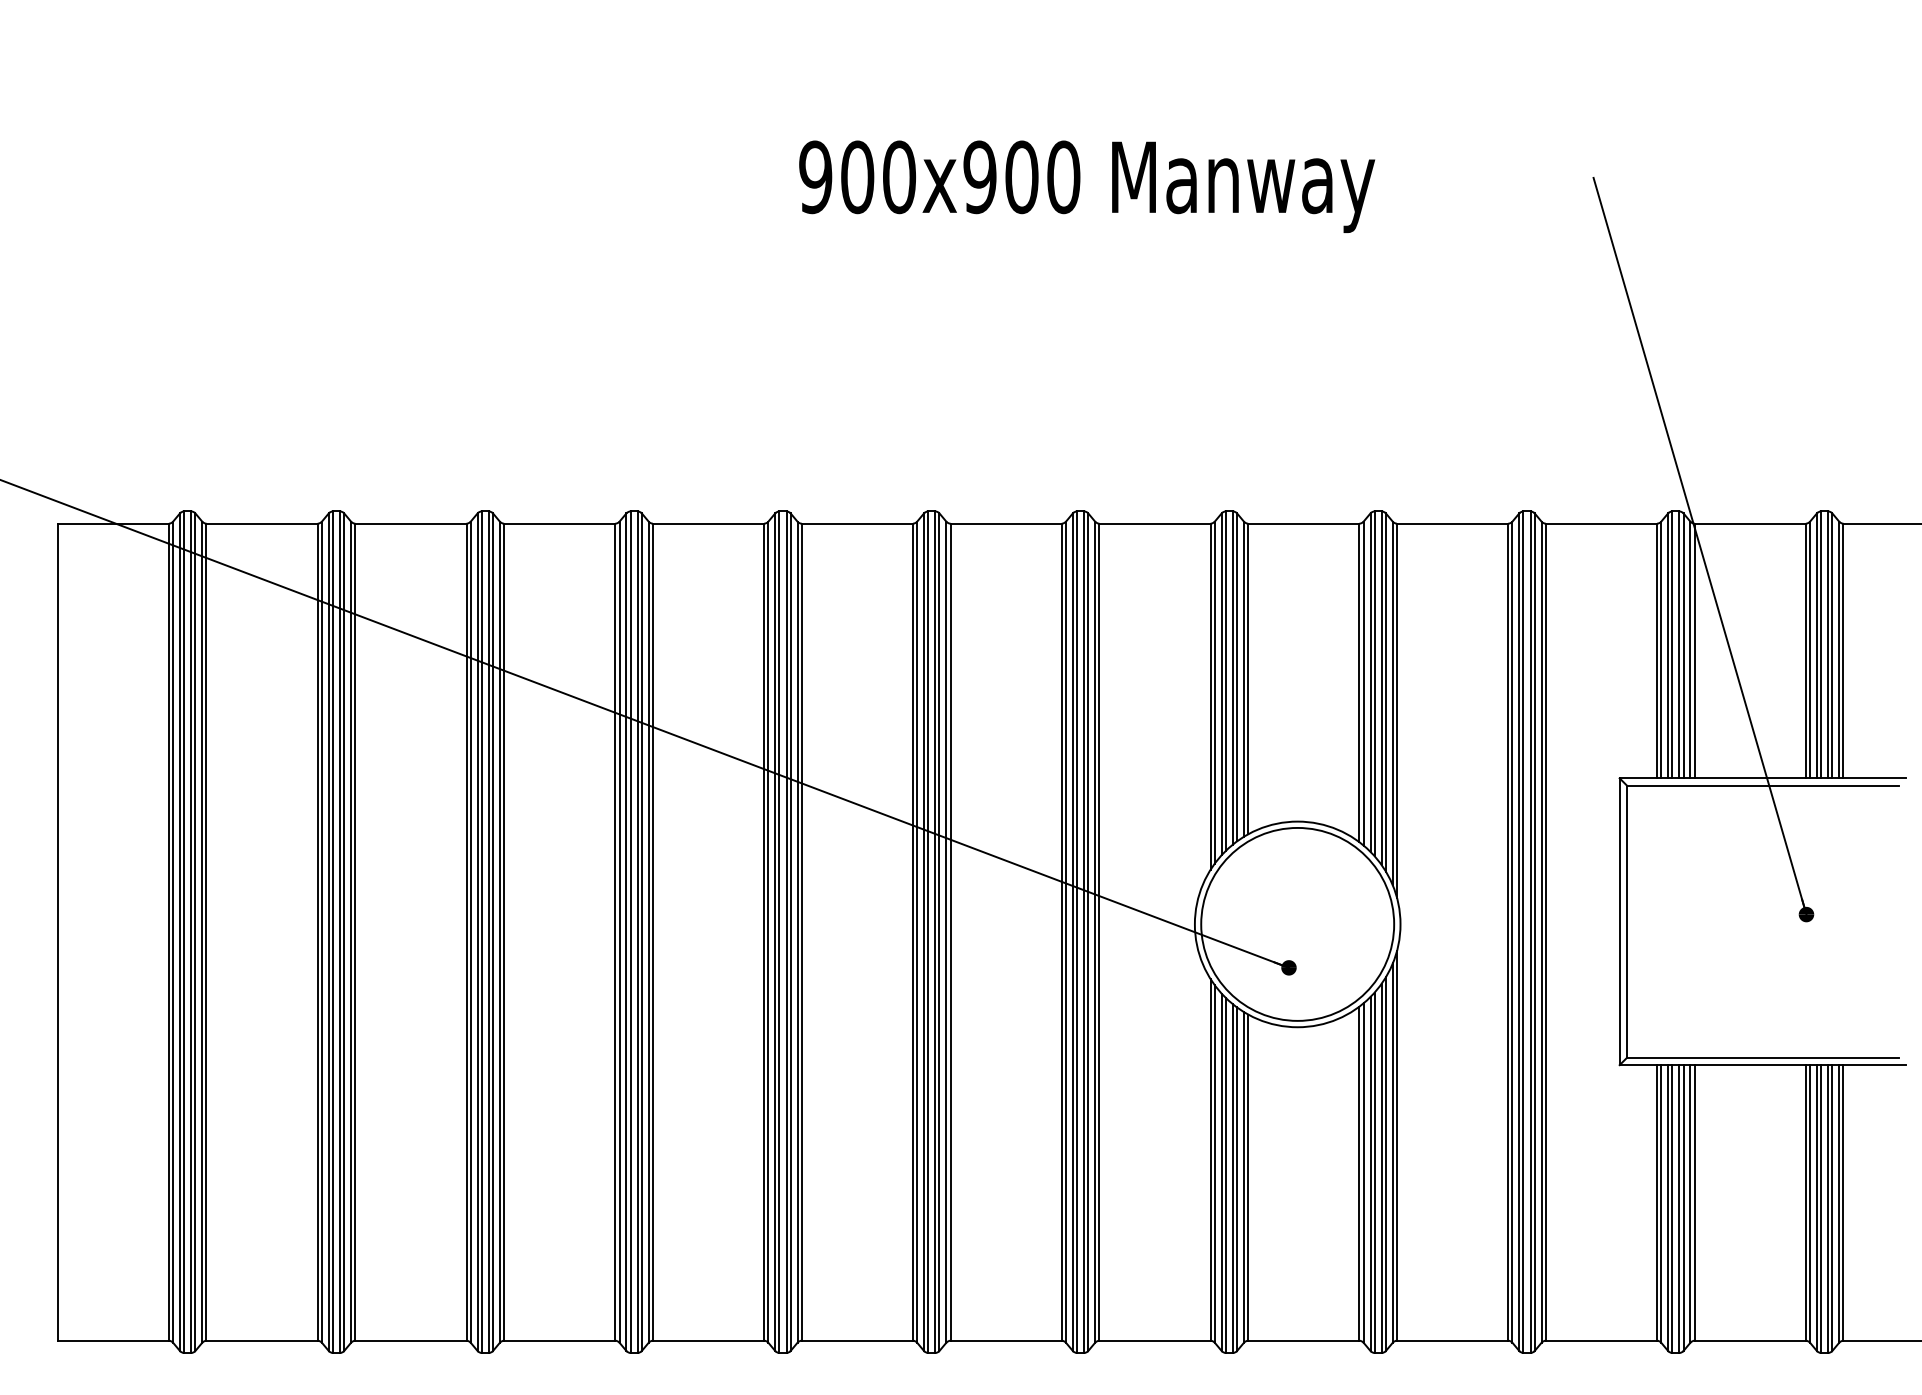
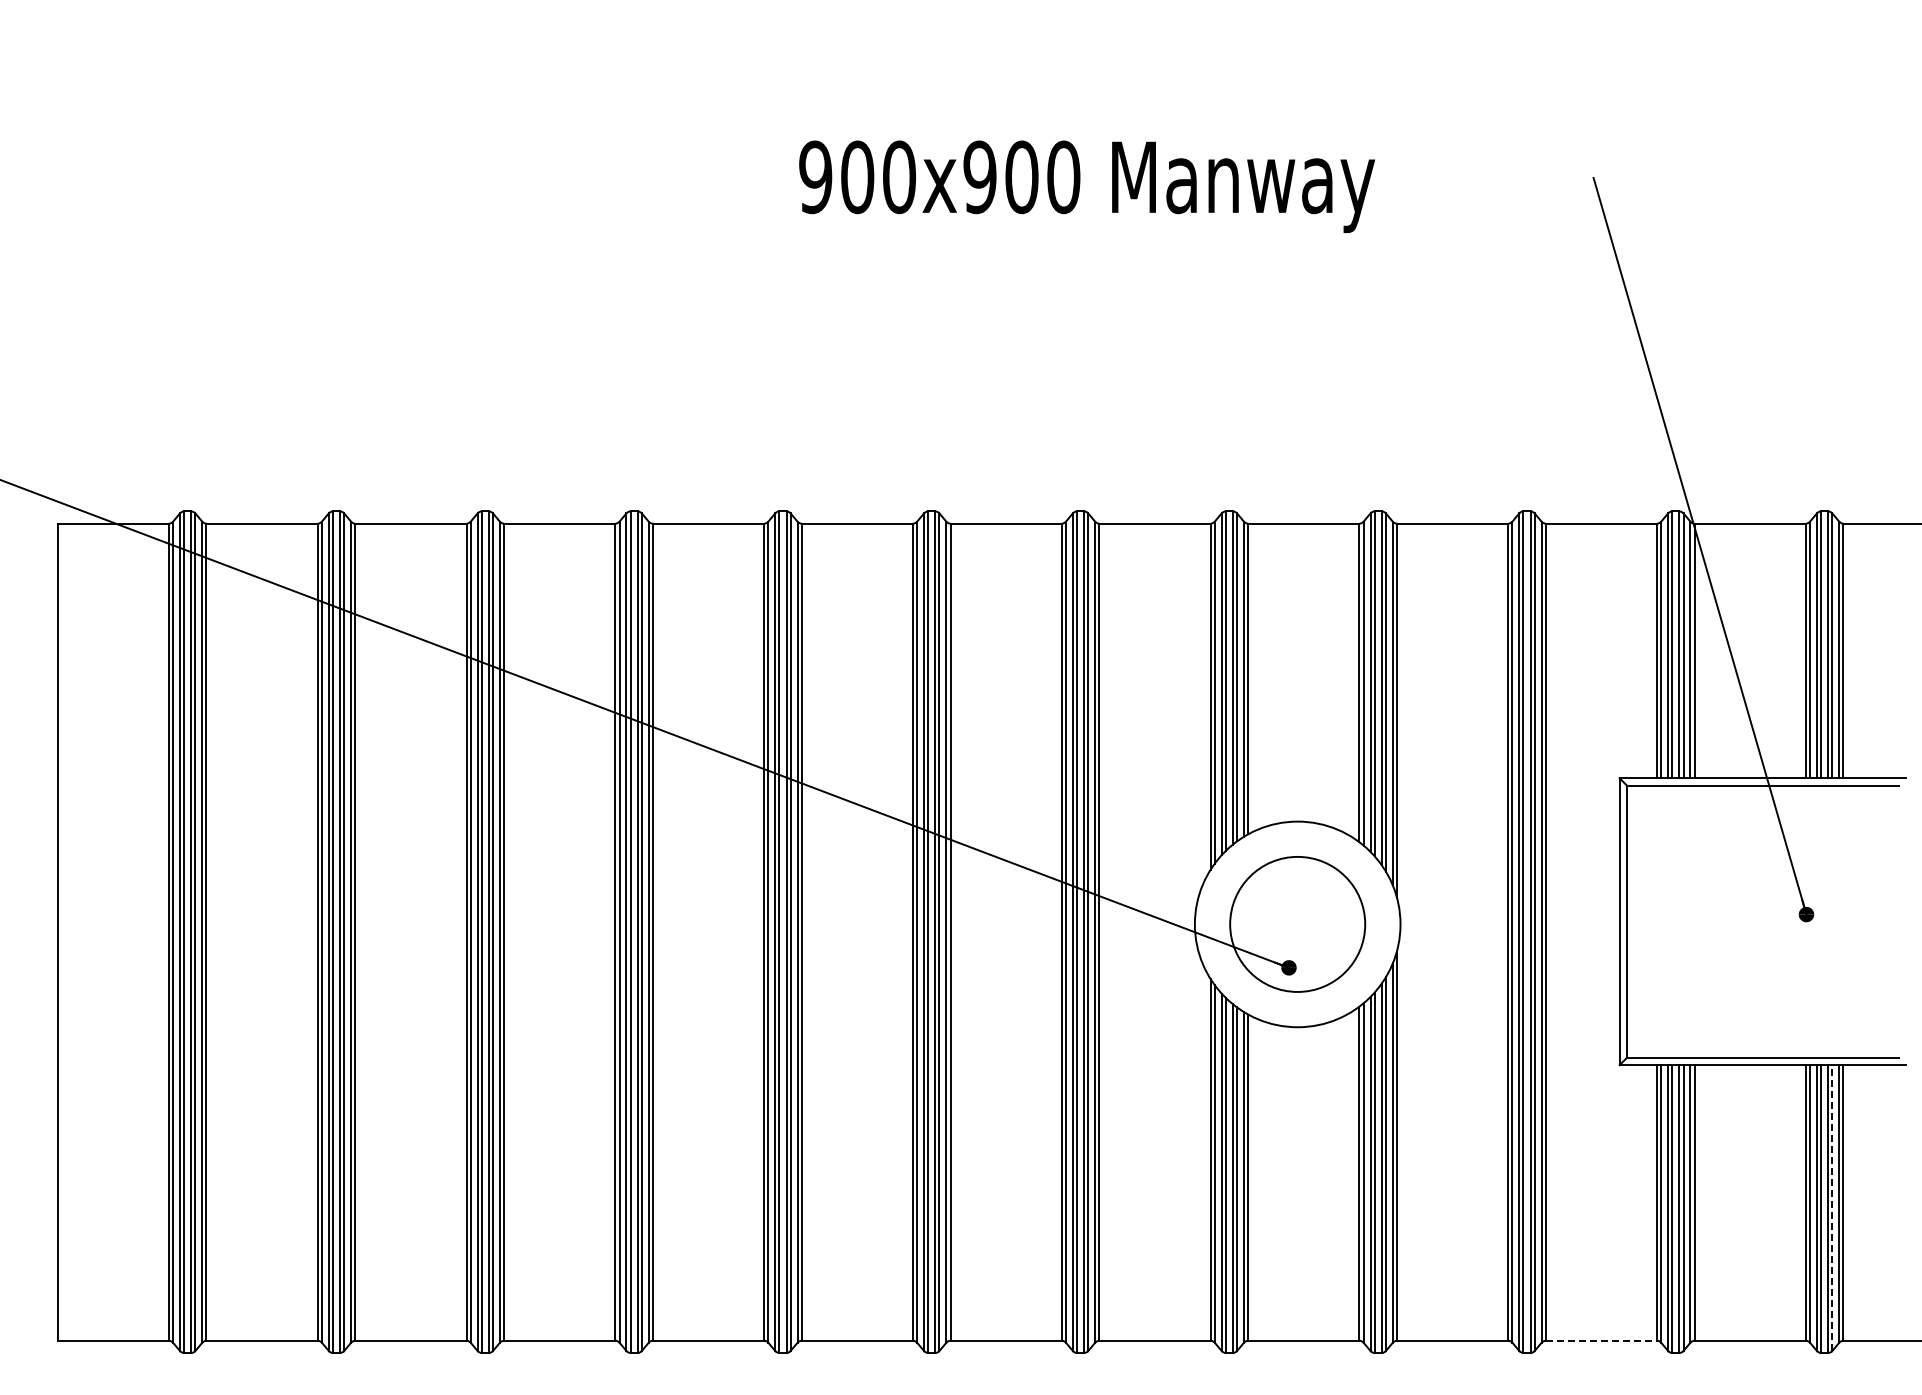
circle at (1297, 923) diameter: 193 px -> 135 px
line at (1832, 1208): solid -> dashed
line at (1601, 1340): solid -> dashed
